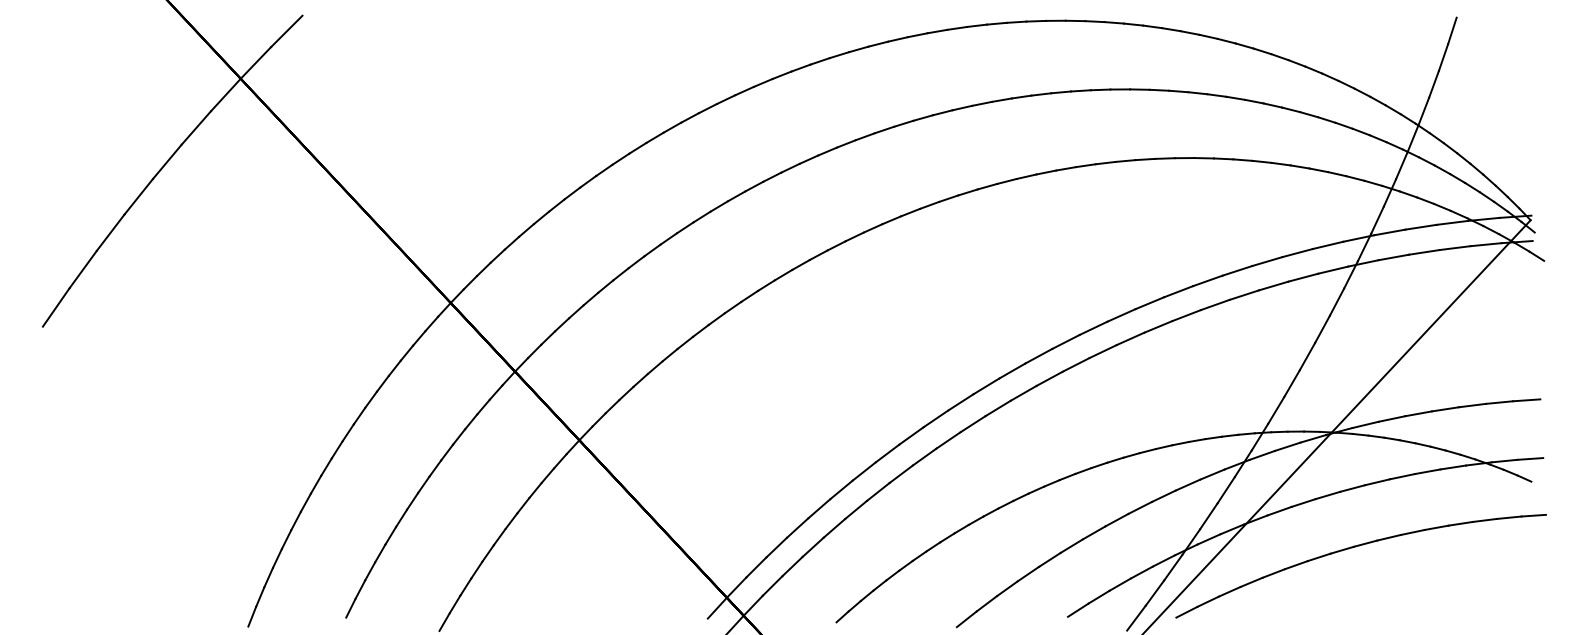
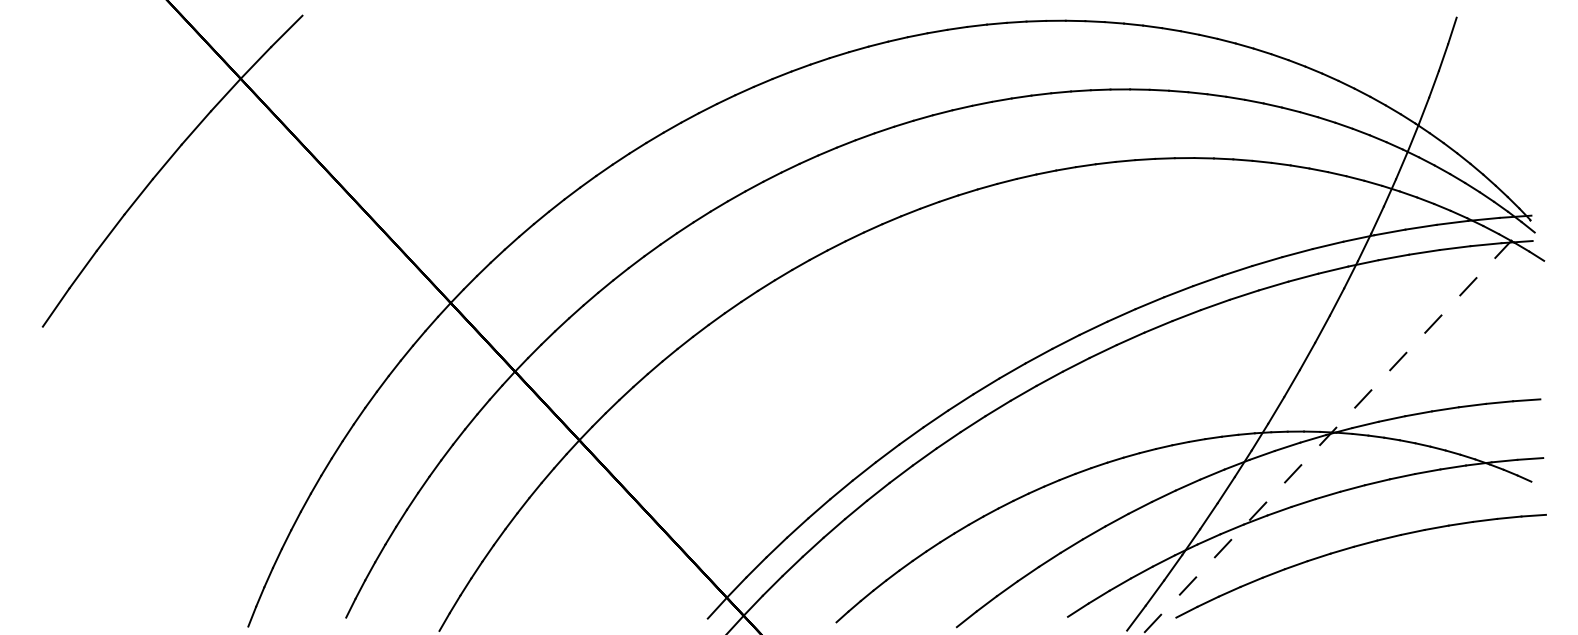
line at (1336, 427): solid -> dashed
